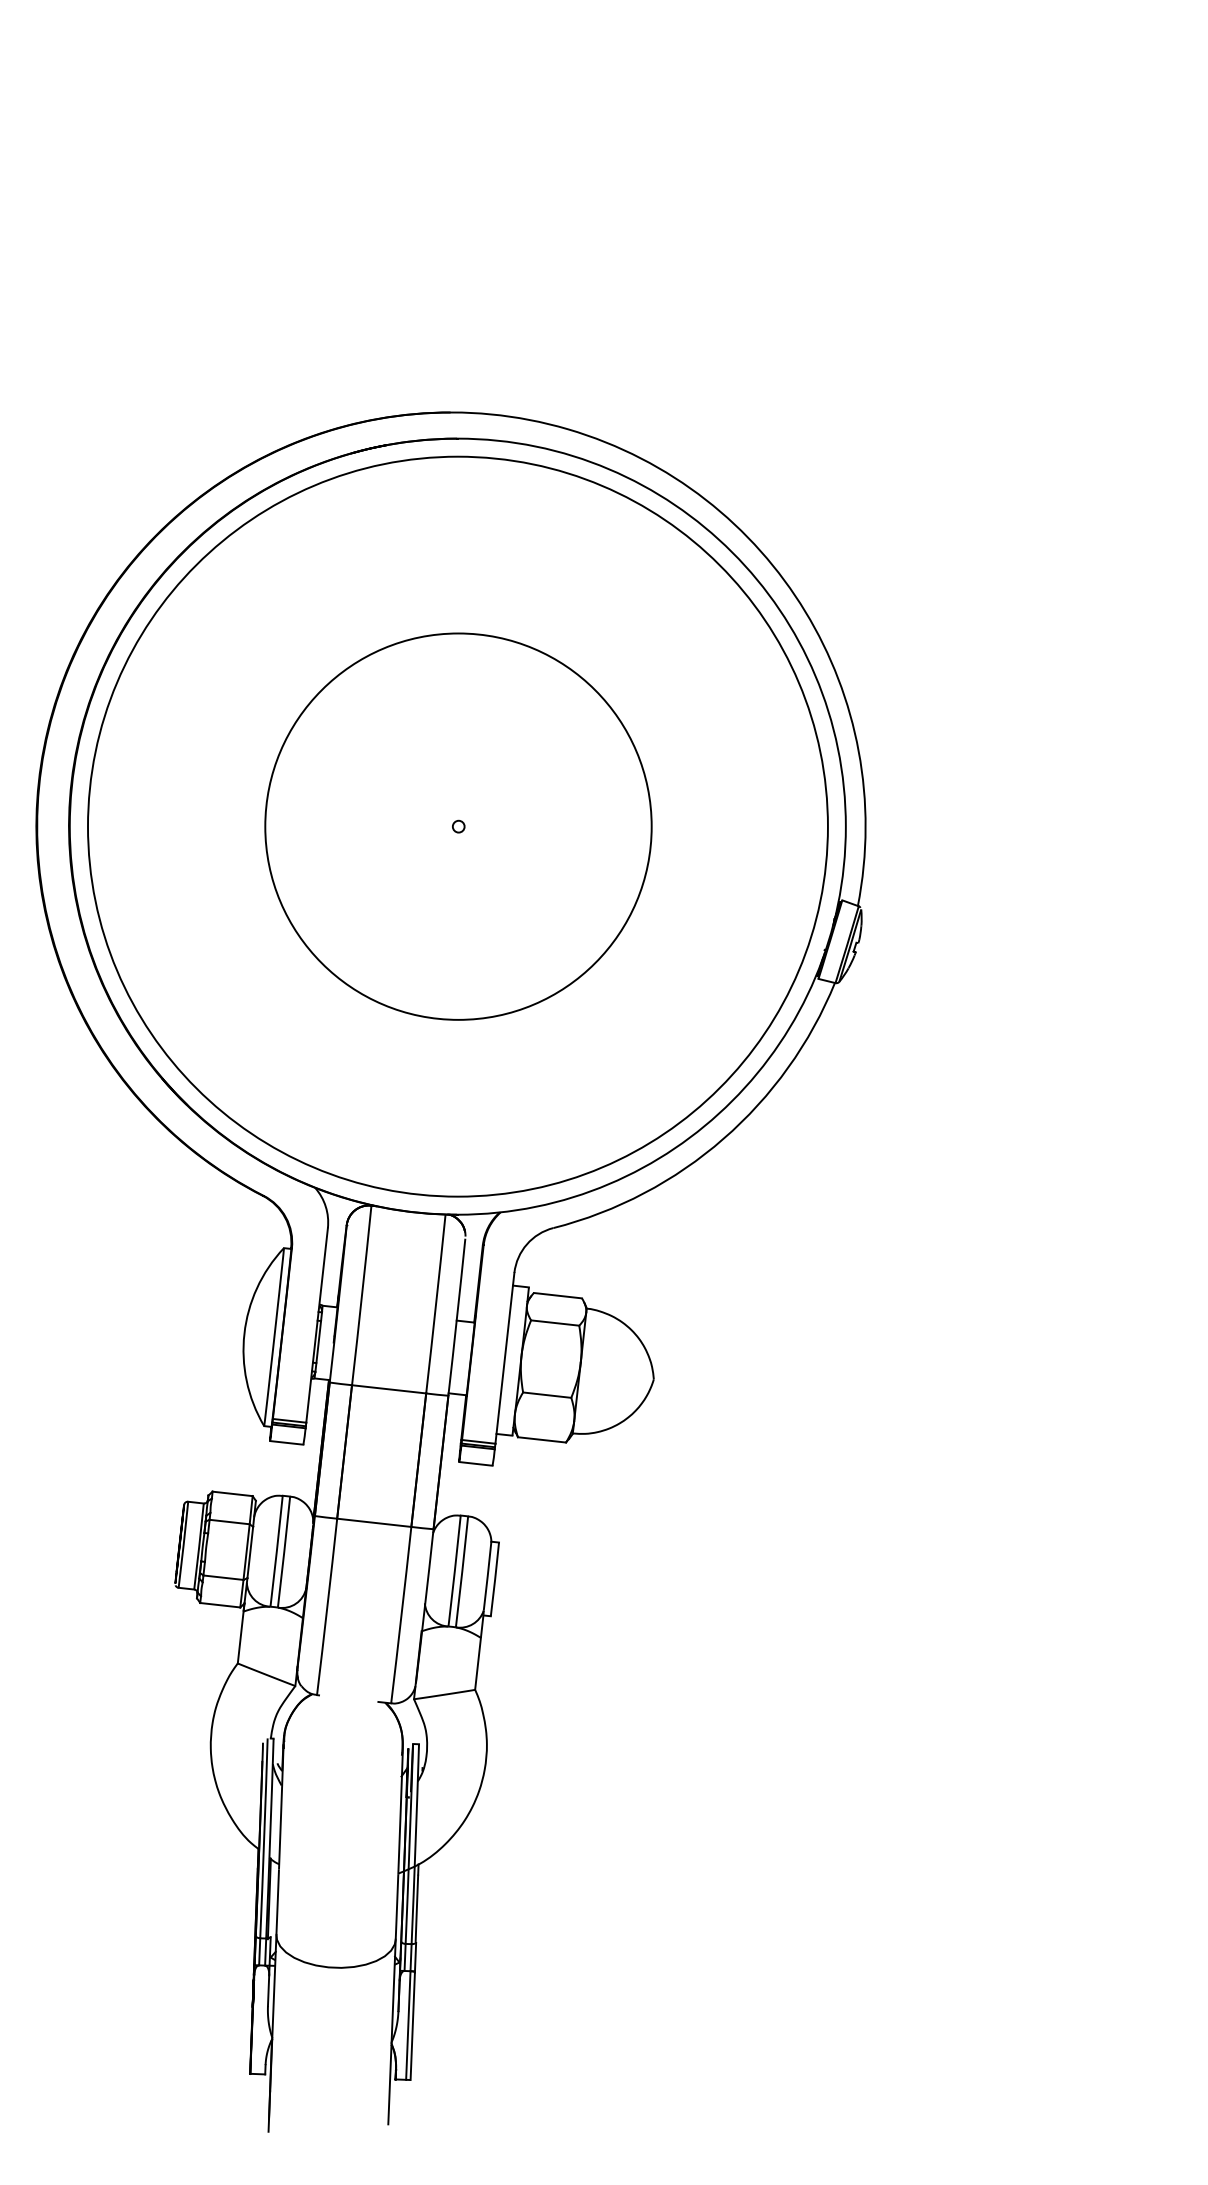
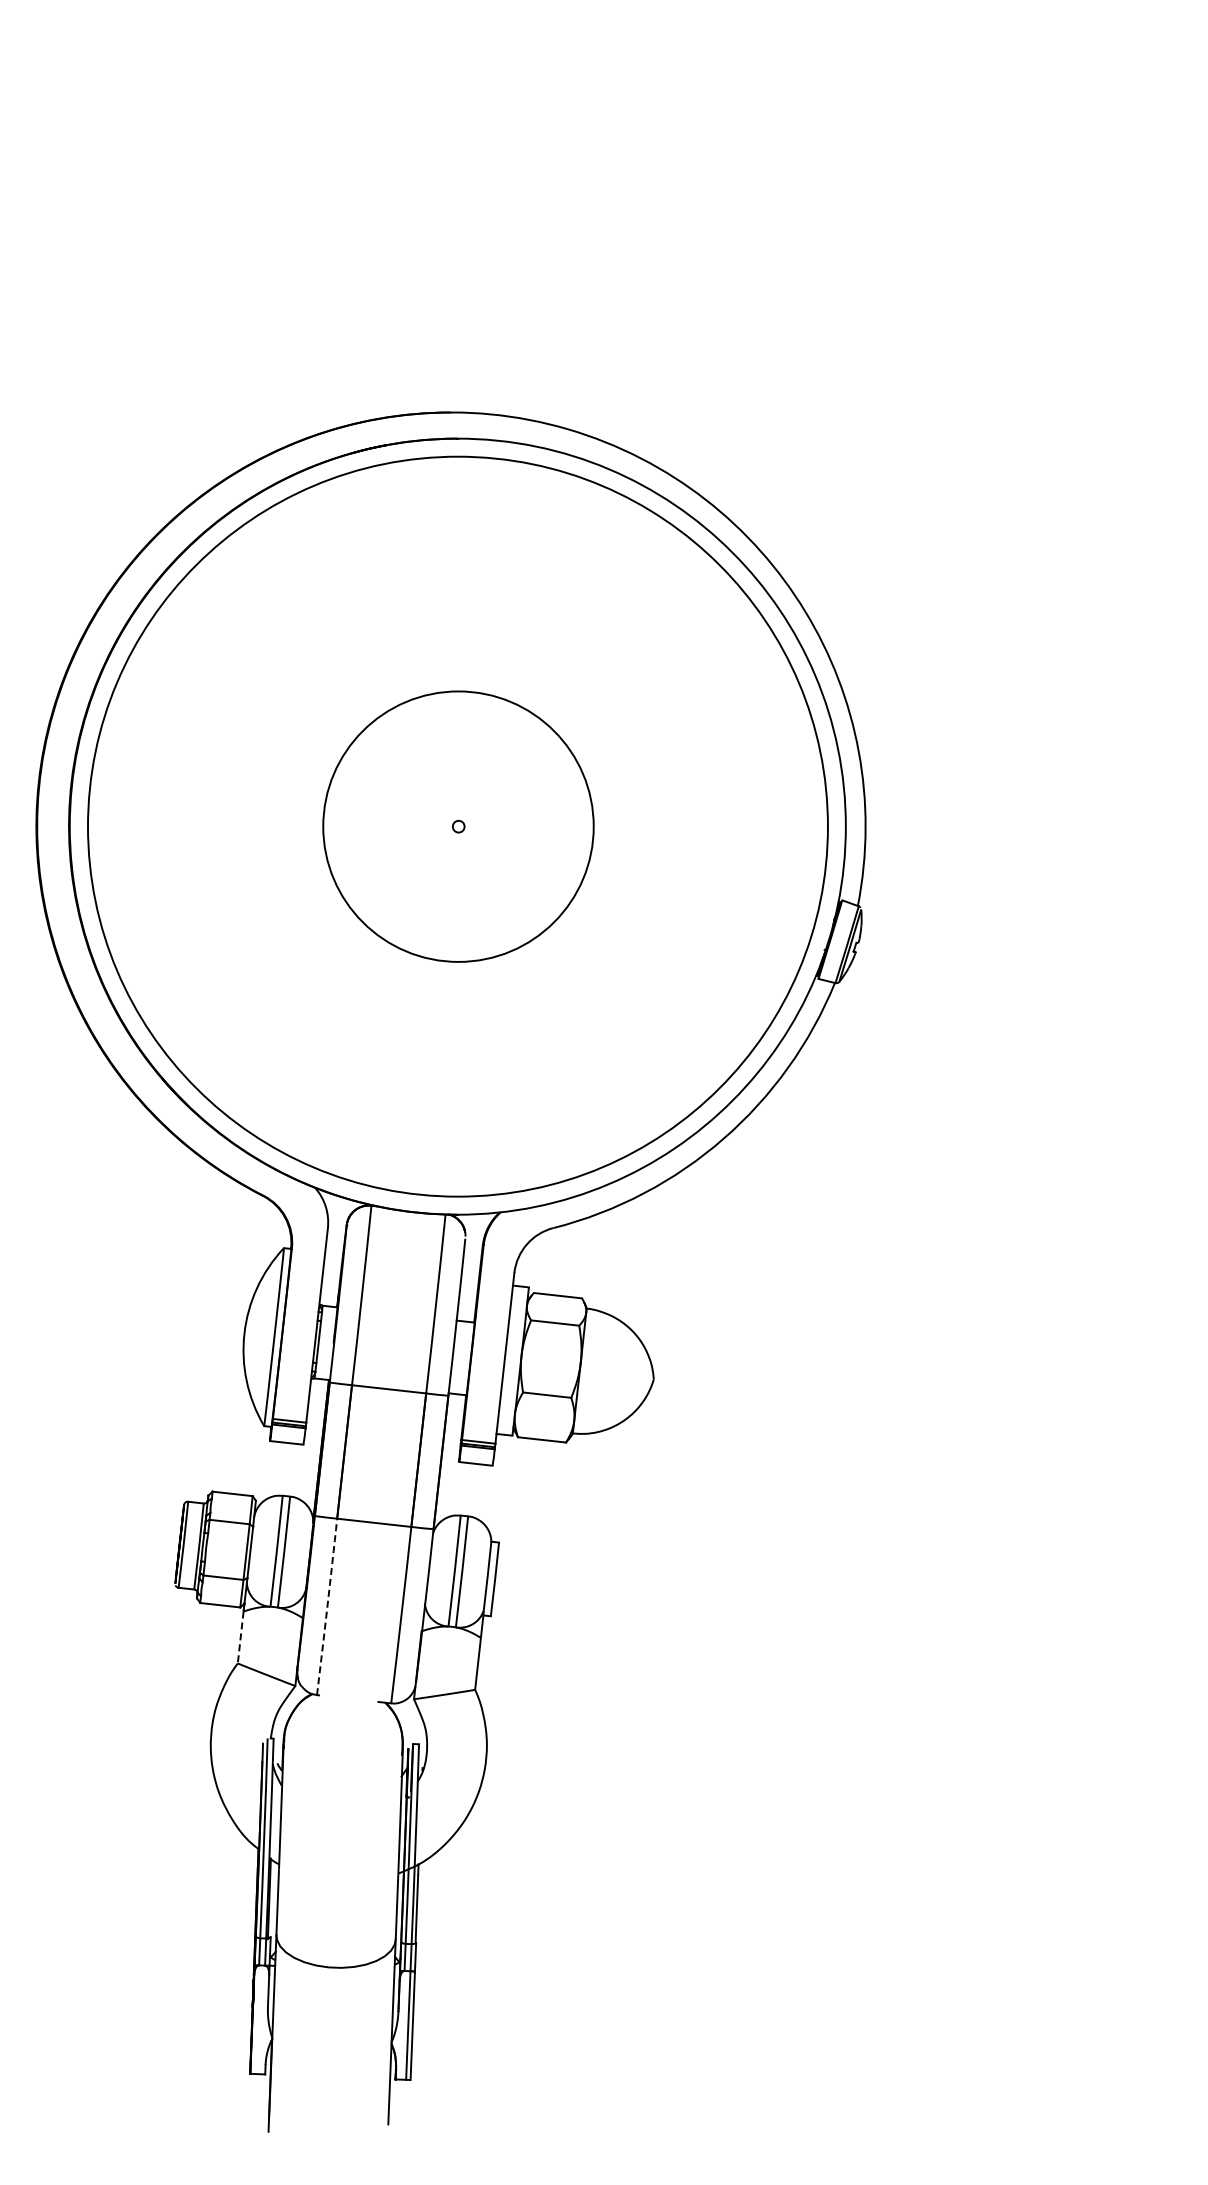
circle at (458, 826) diameter: 386 px -> 270 px
arc at (327, 1606): solid -> dashed
line at (240, 1638): solid -> dashed
